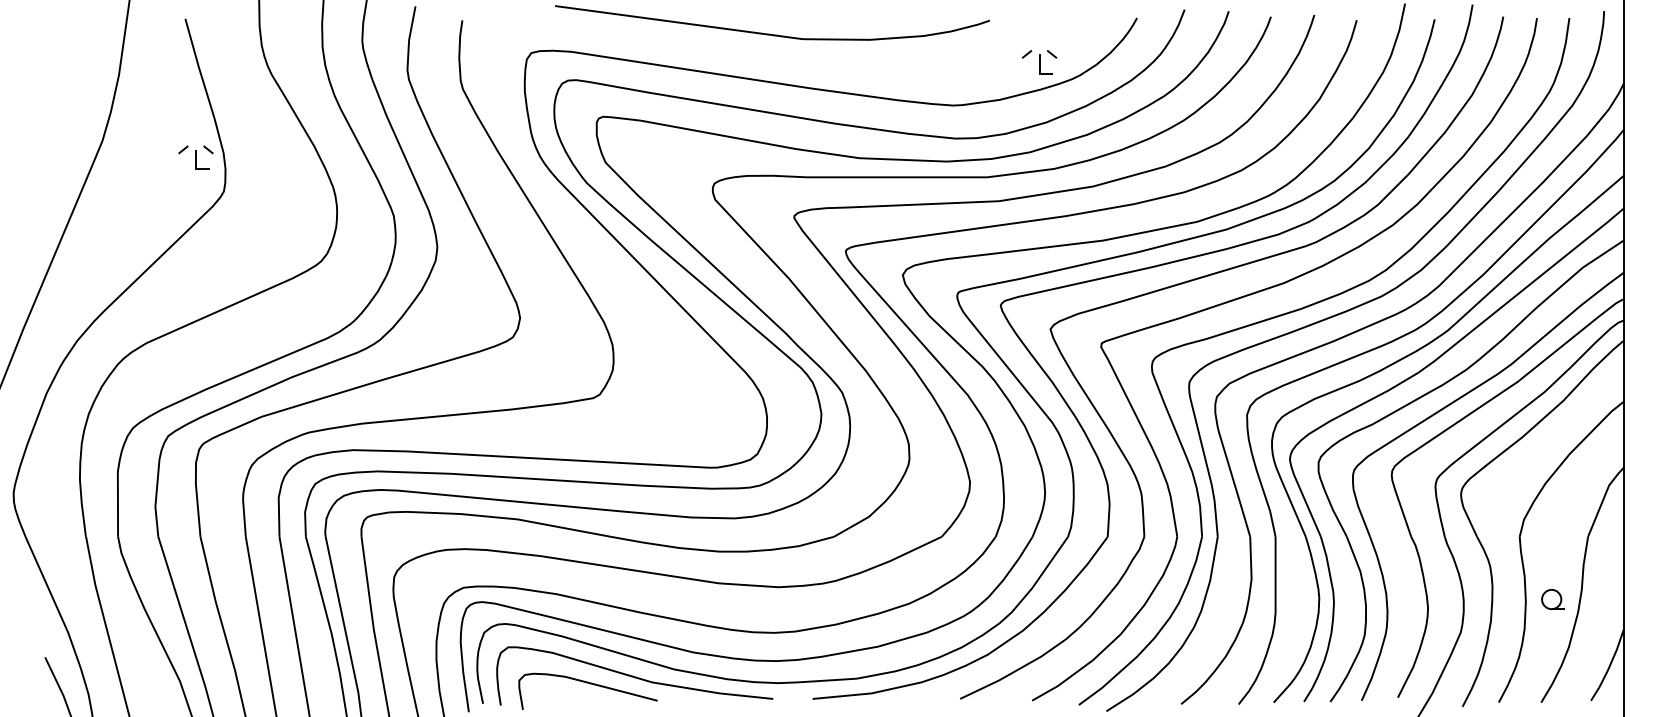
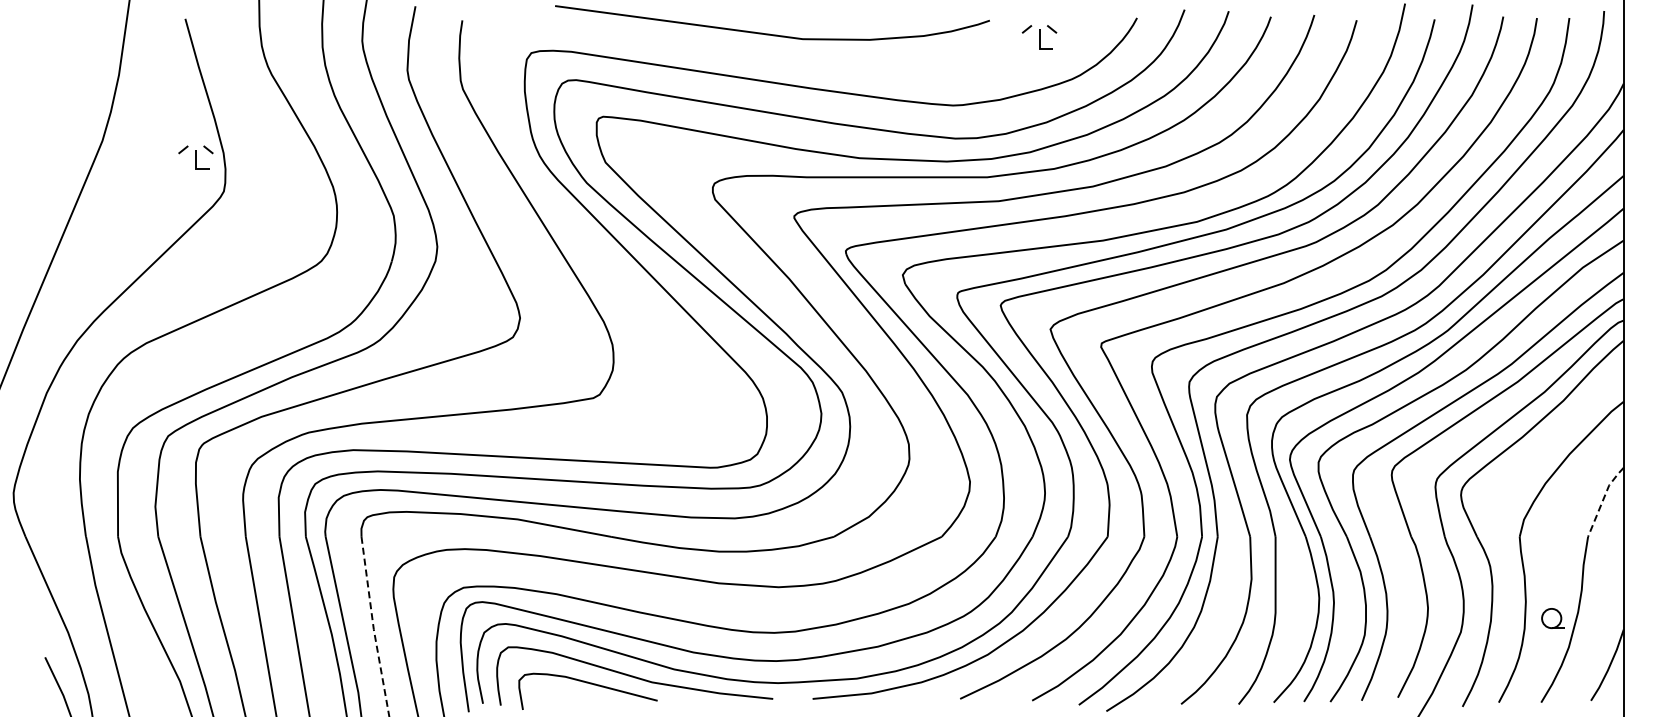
part at (1039, 62) position: (1039, 62) -> (1039, 37)
line at (1603, 499): solid -> dashed
part at (1552, 599) position: (1552, 599) -> (1552, 618)
line at (373, 627): solid -> dashed
